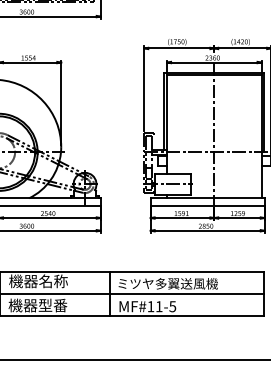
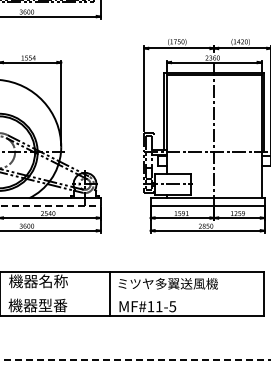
line at (50, 205): solid -> dashed
line at (132, 293): present -> none
line at (134, 359): solid -> dashed
